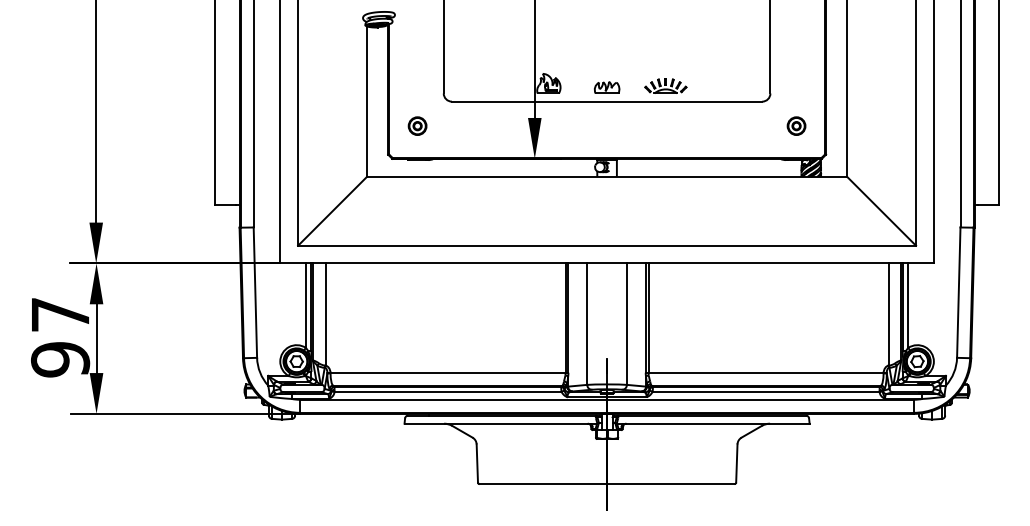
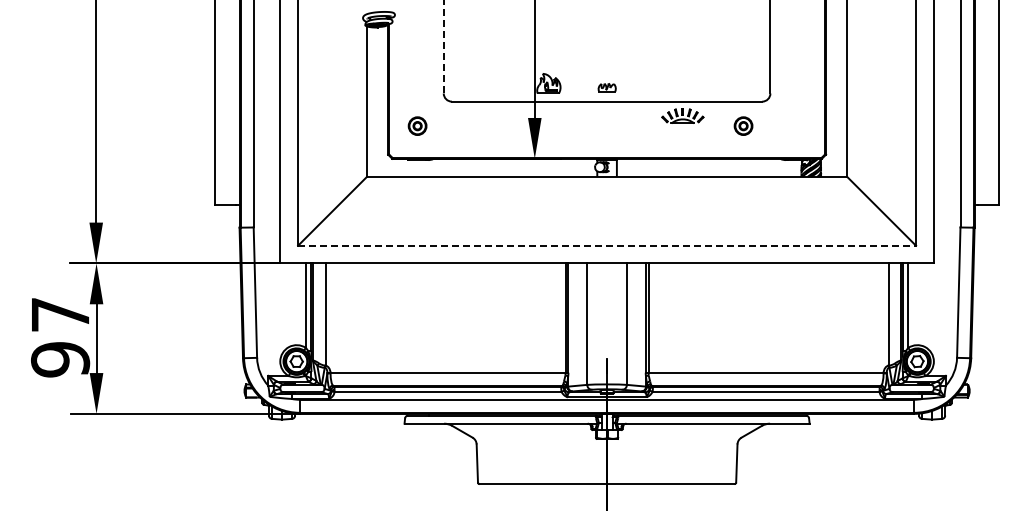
line at (443, 46): solid -> dashed
part at (665, 85) position: (665, 85) -> (682, 115)
part at (607, 87) size: 27x13 px -> 20x10 px
part at (796, 125) position: (796, 125) -> (743, 125)
line at (607, 245): solid -> dashed
